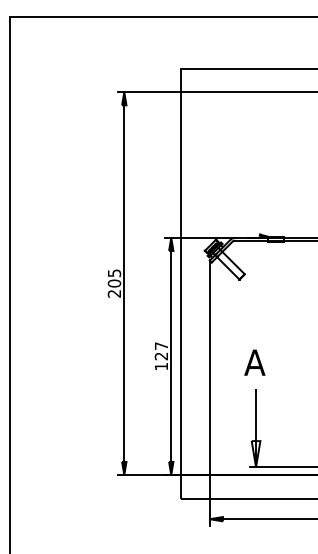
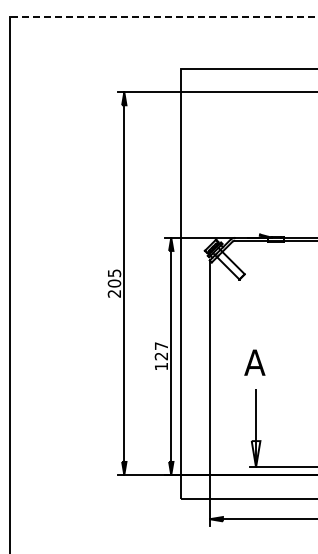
line at (163, 16): solid -> dashed
